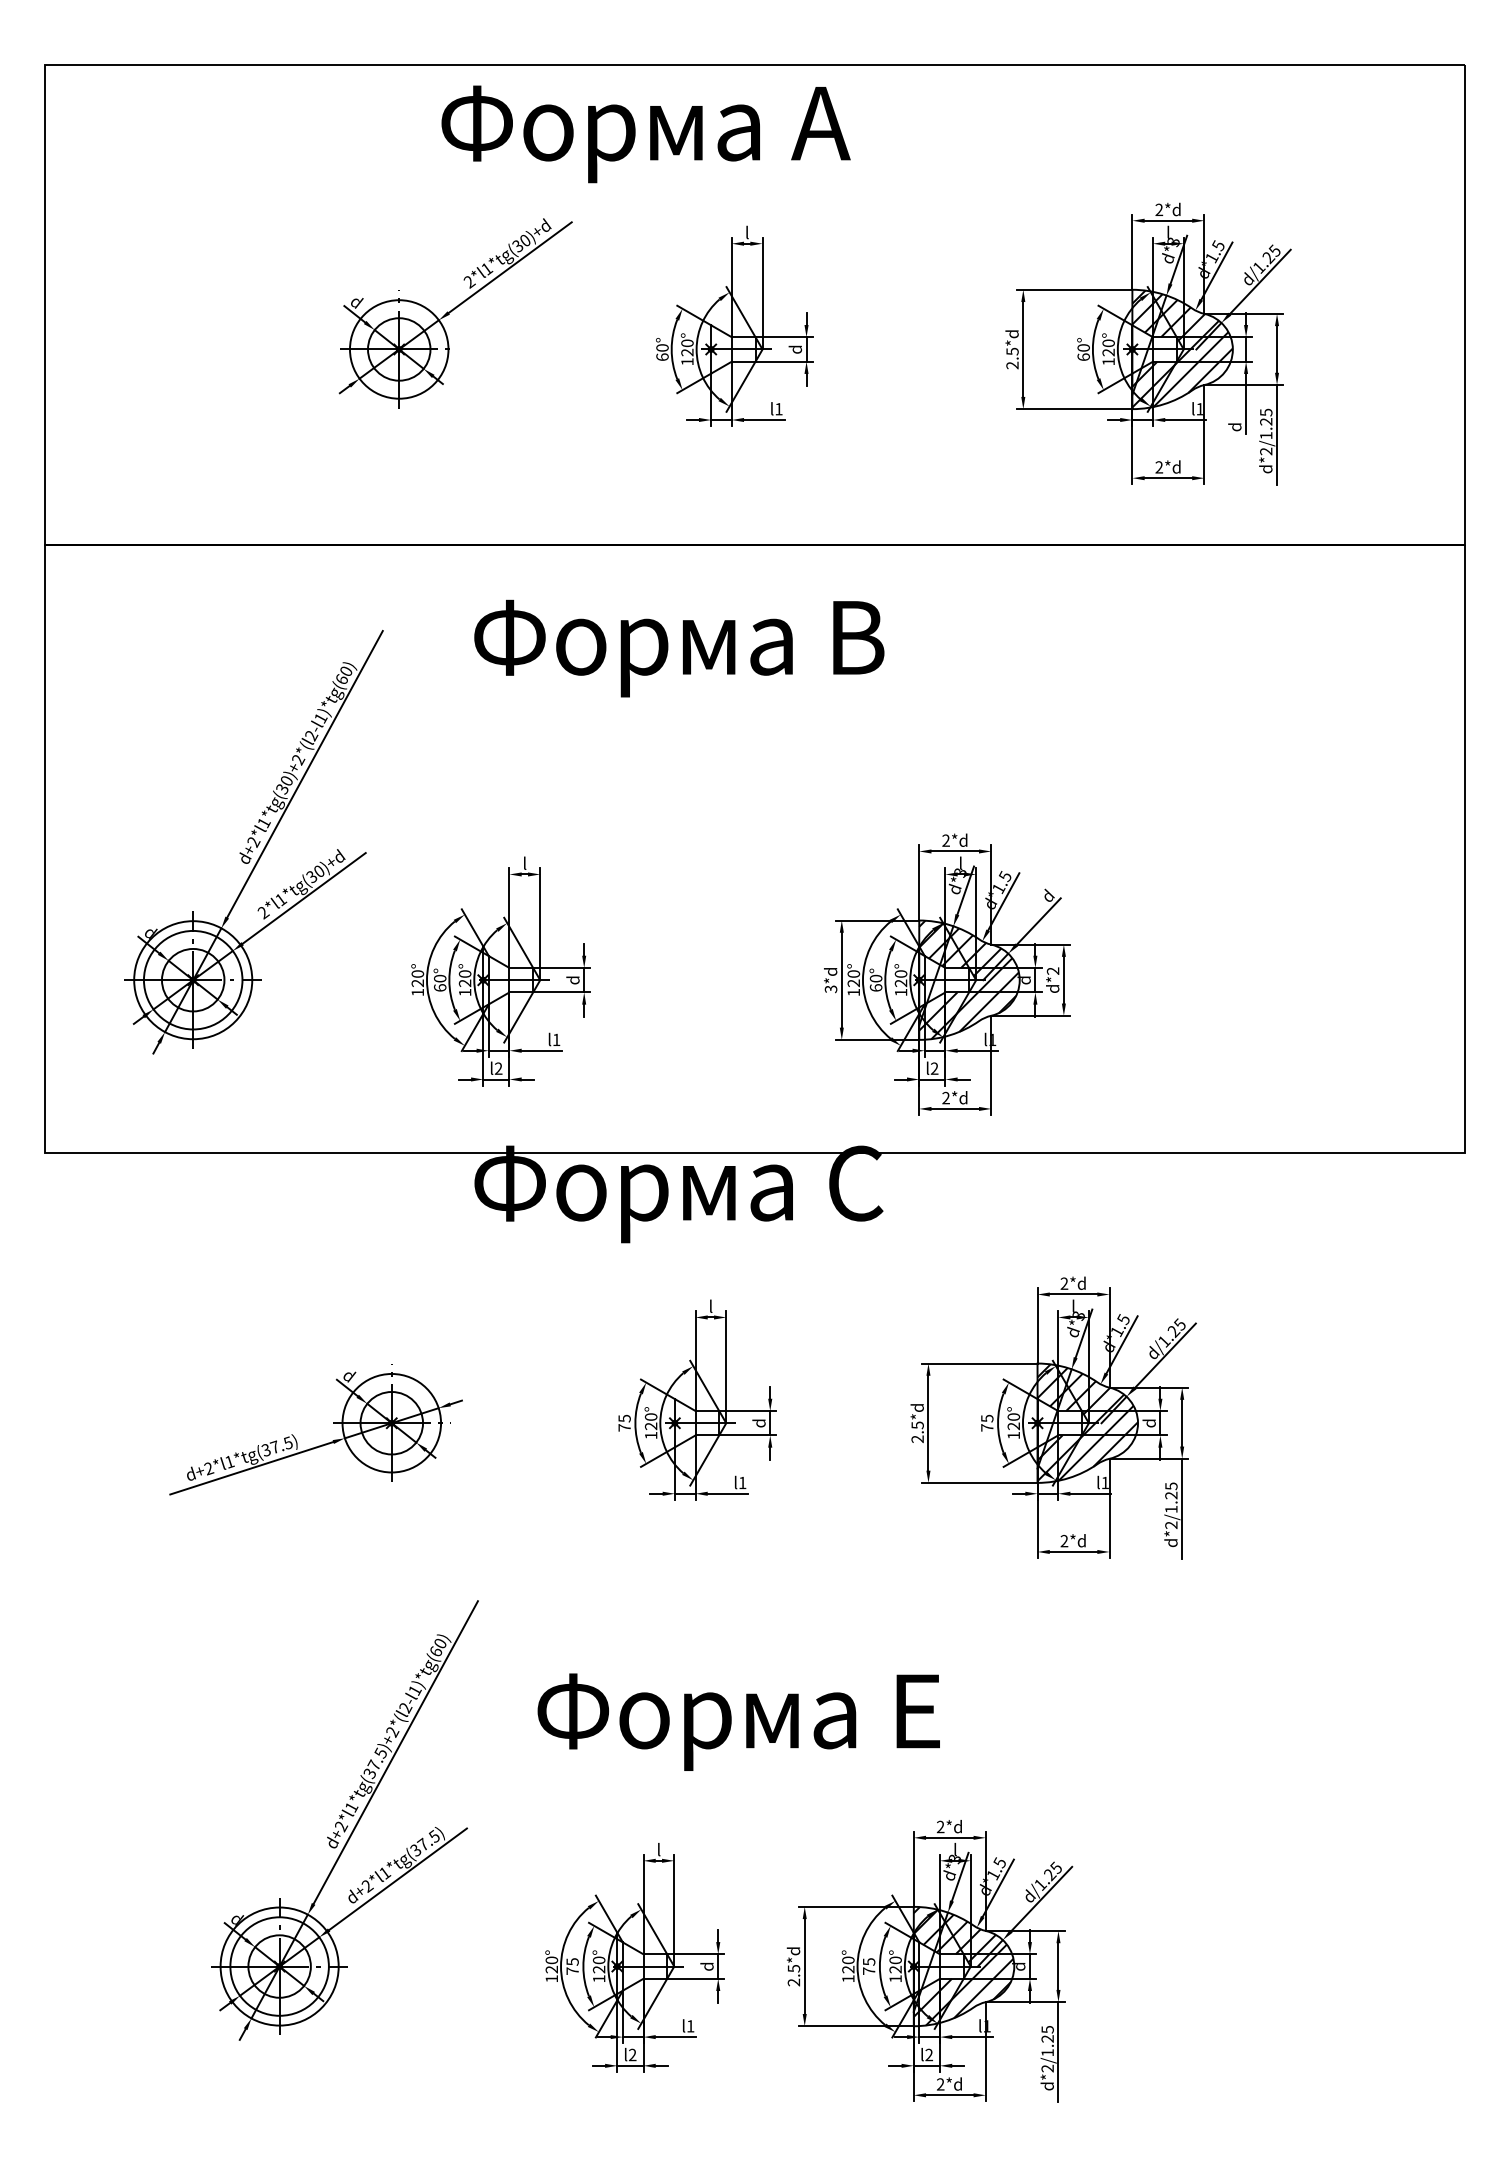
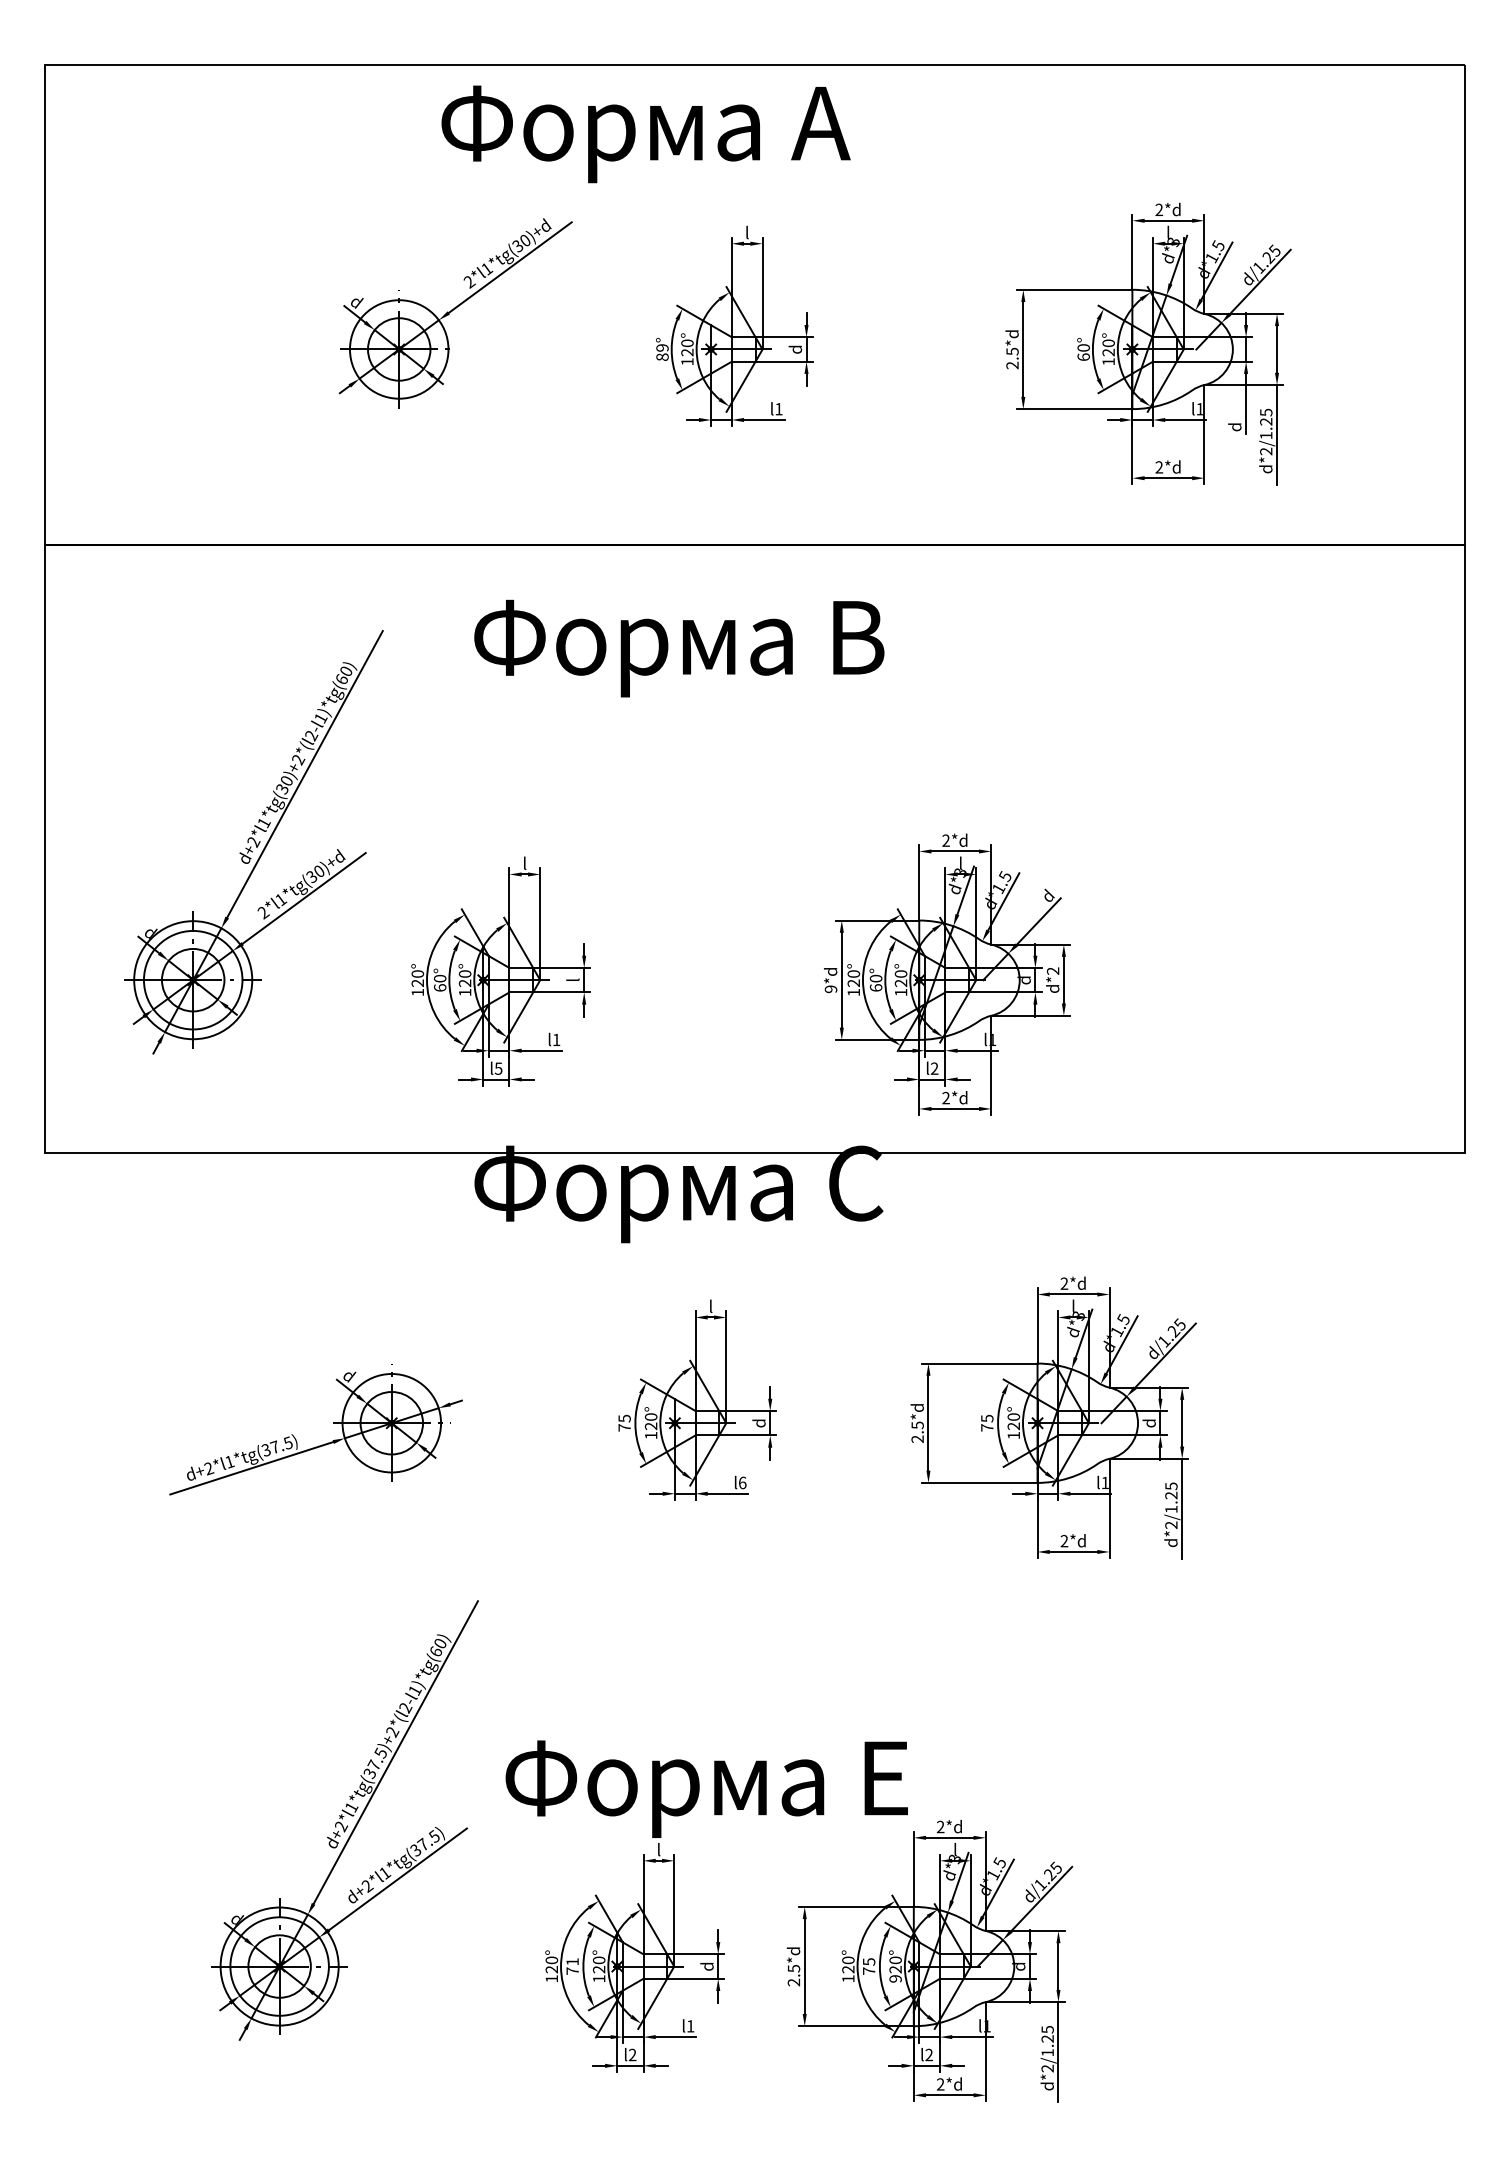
hatch at (1182, 348): present -> none
text at (662, 352): 60° -> 89°
hatch at (968, 979): present -> none
text at (572, 980): d -> l
text at (831, 989): 3*d -> 9*d
text at (498, 1068): l2 -> l5
hatch at (1087, 1422): present -> none
text at (742, 1482): l1 -> l6
text at (738, 1721) position: (738, 1721) -> (706, 1788)
text at (572, 1961): 75 -> 71
hatch at (963, 1966): present -> none
text at (895, 1978): 120° -> 920°
